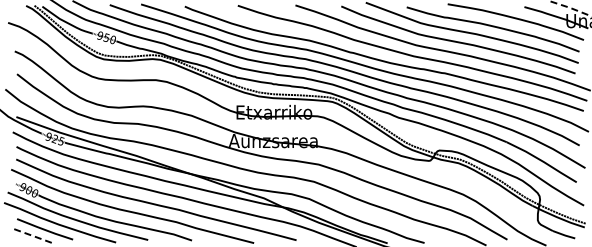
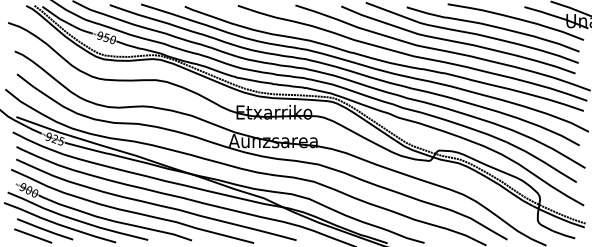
line at (570, 8): dashed -> solid
line at (33, 236): dashed -> solid
